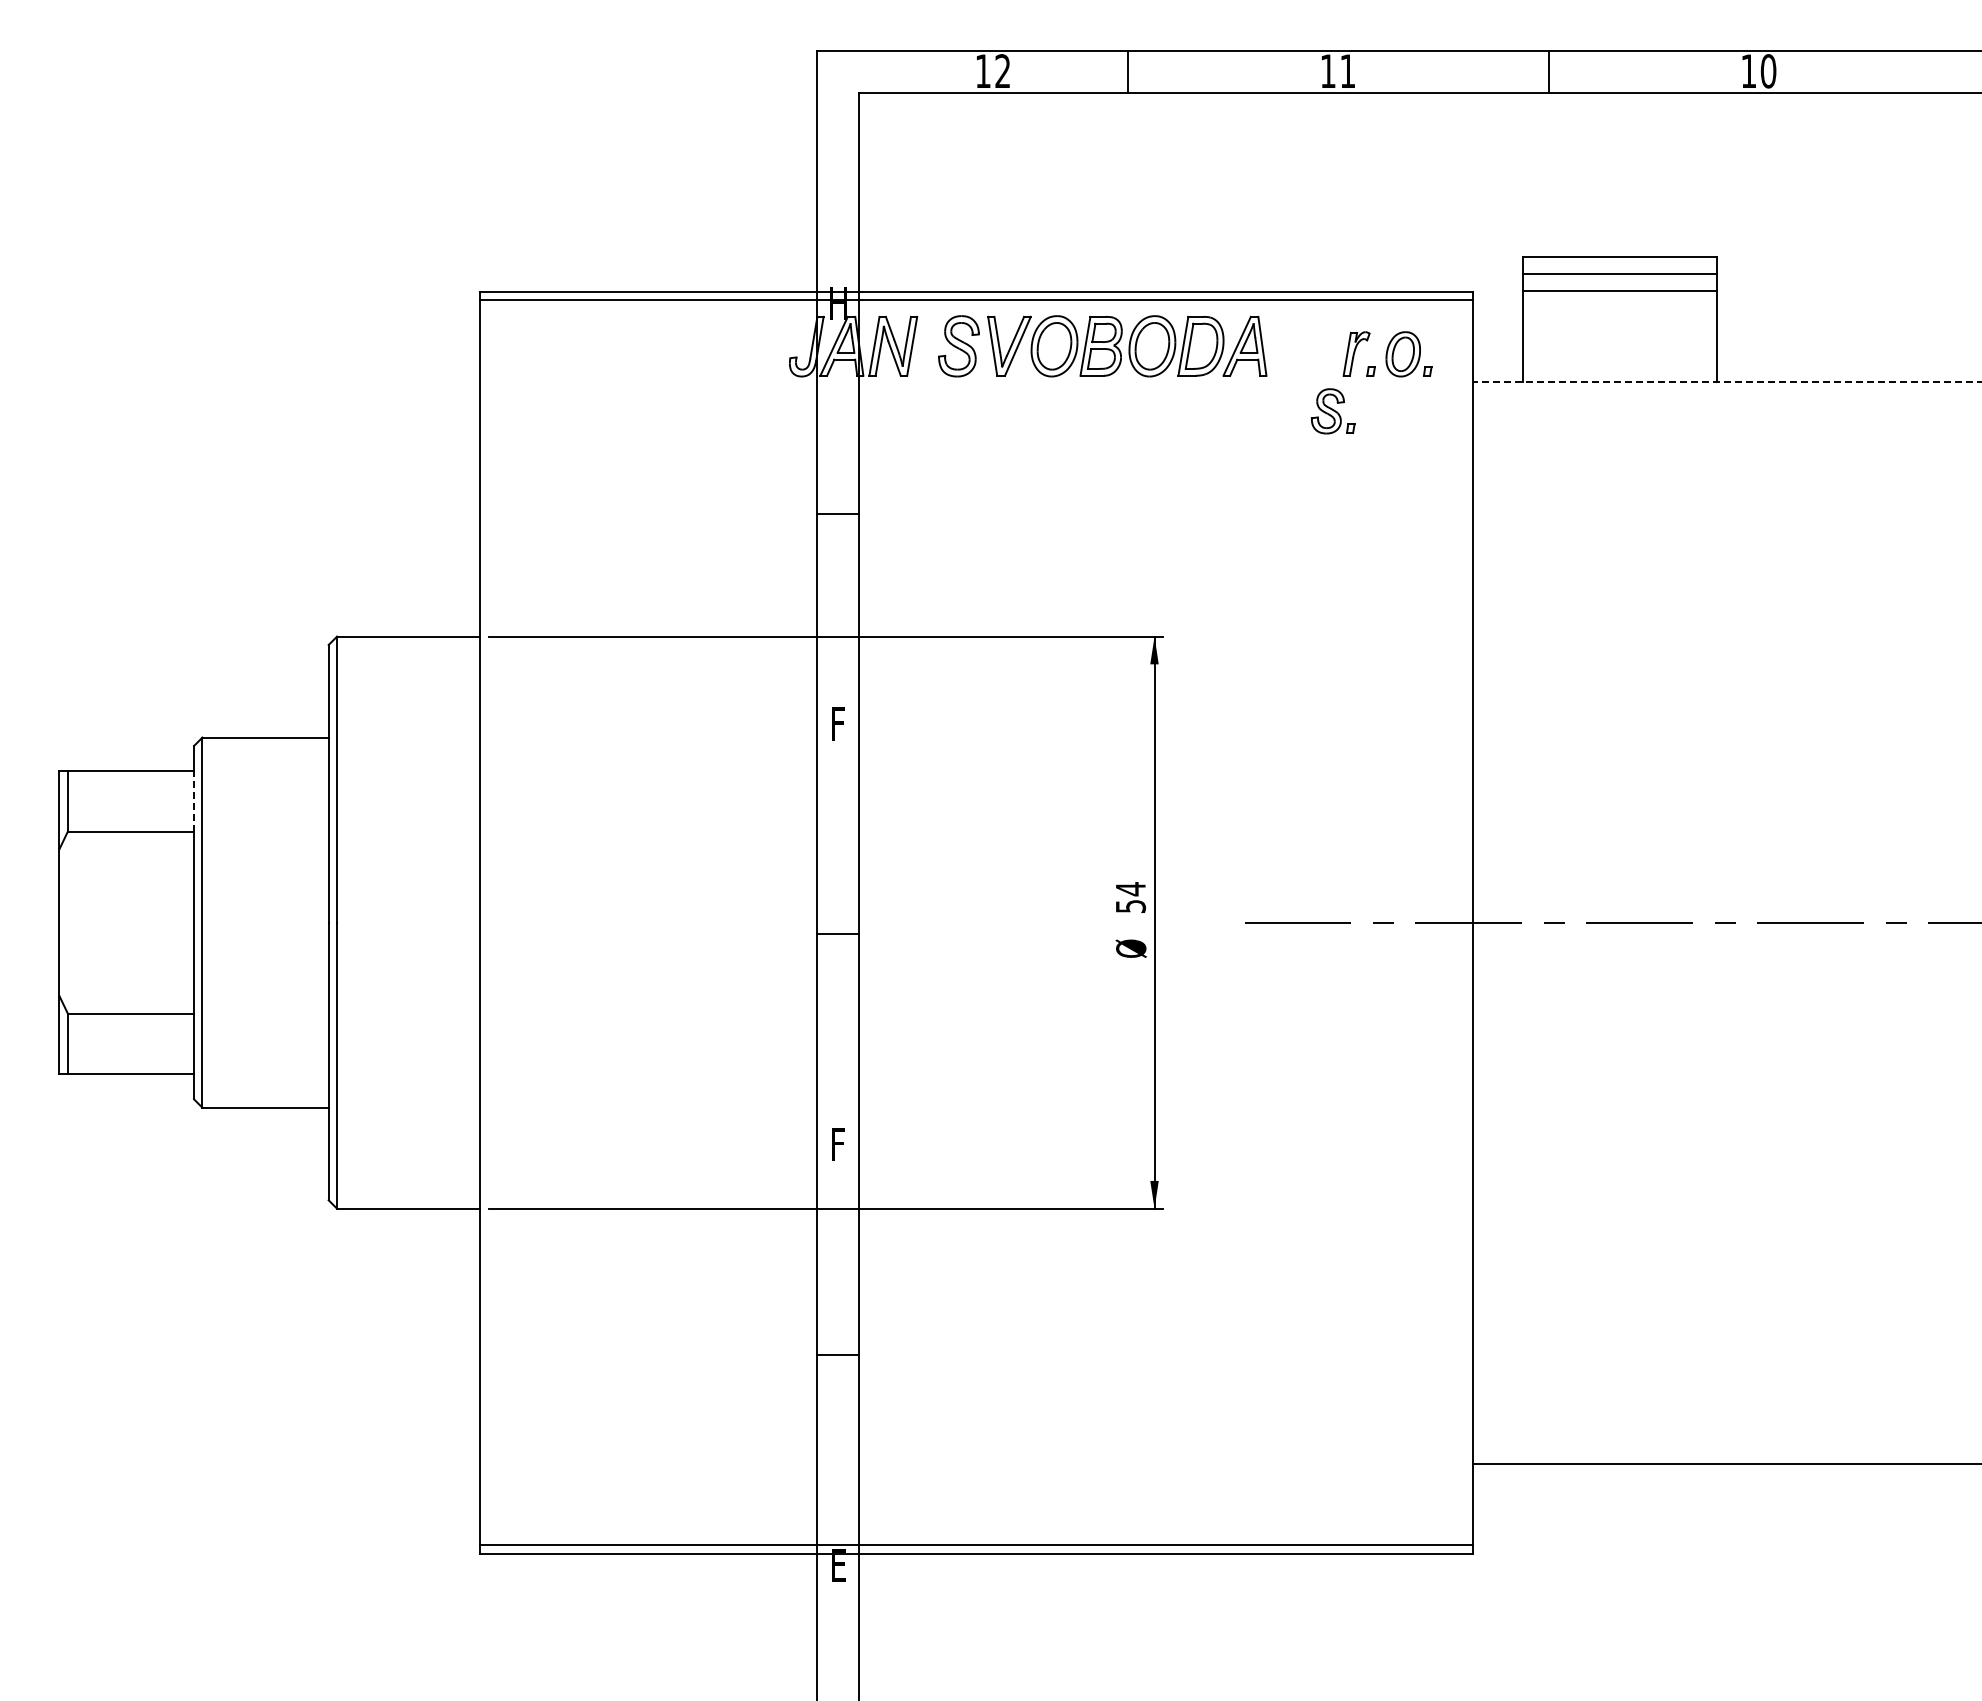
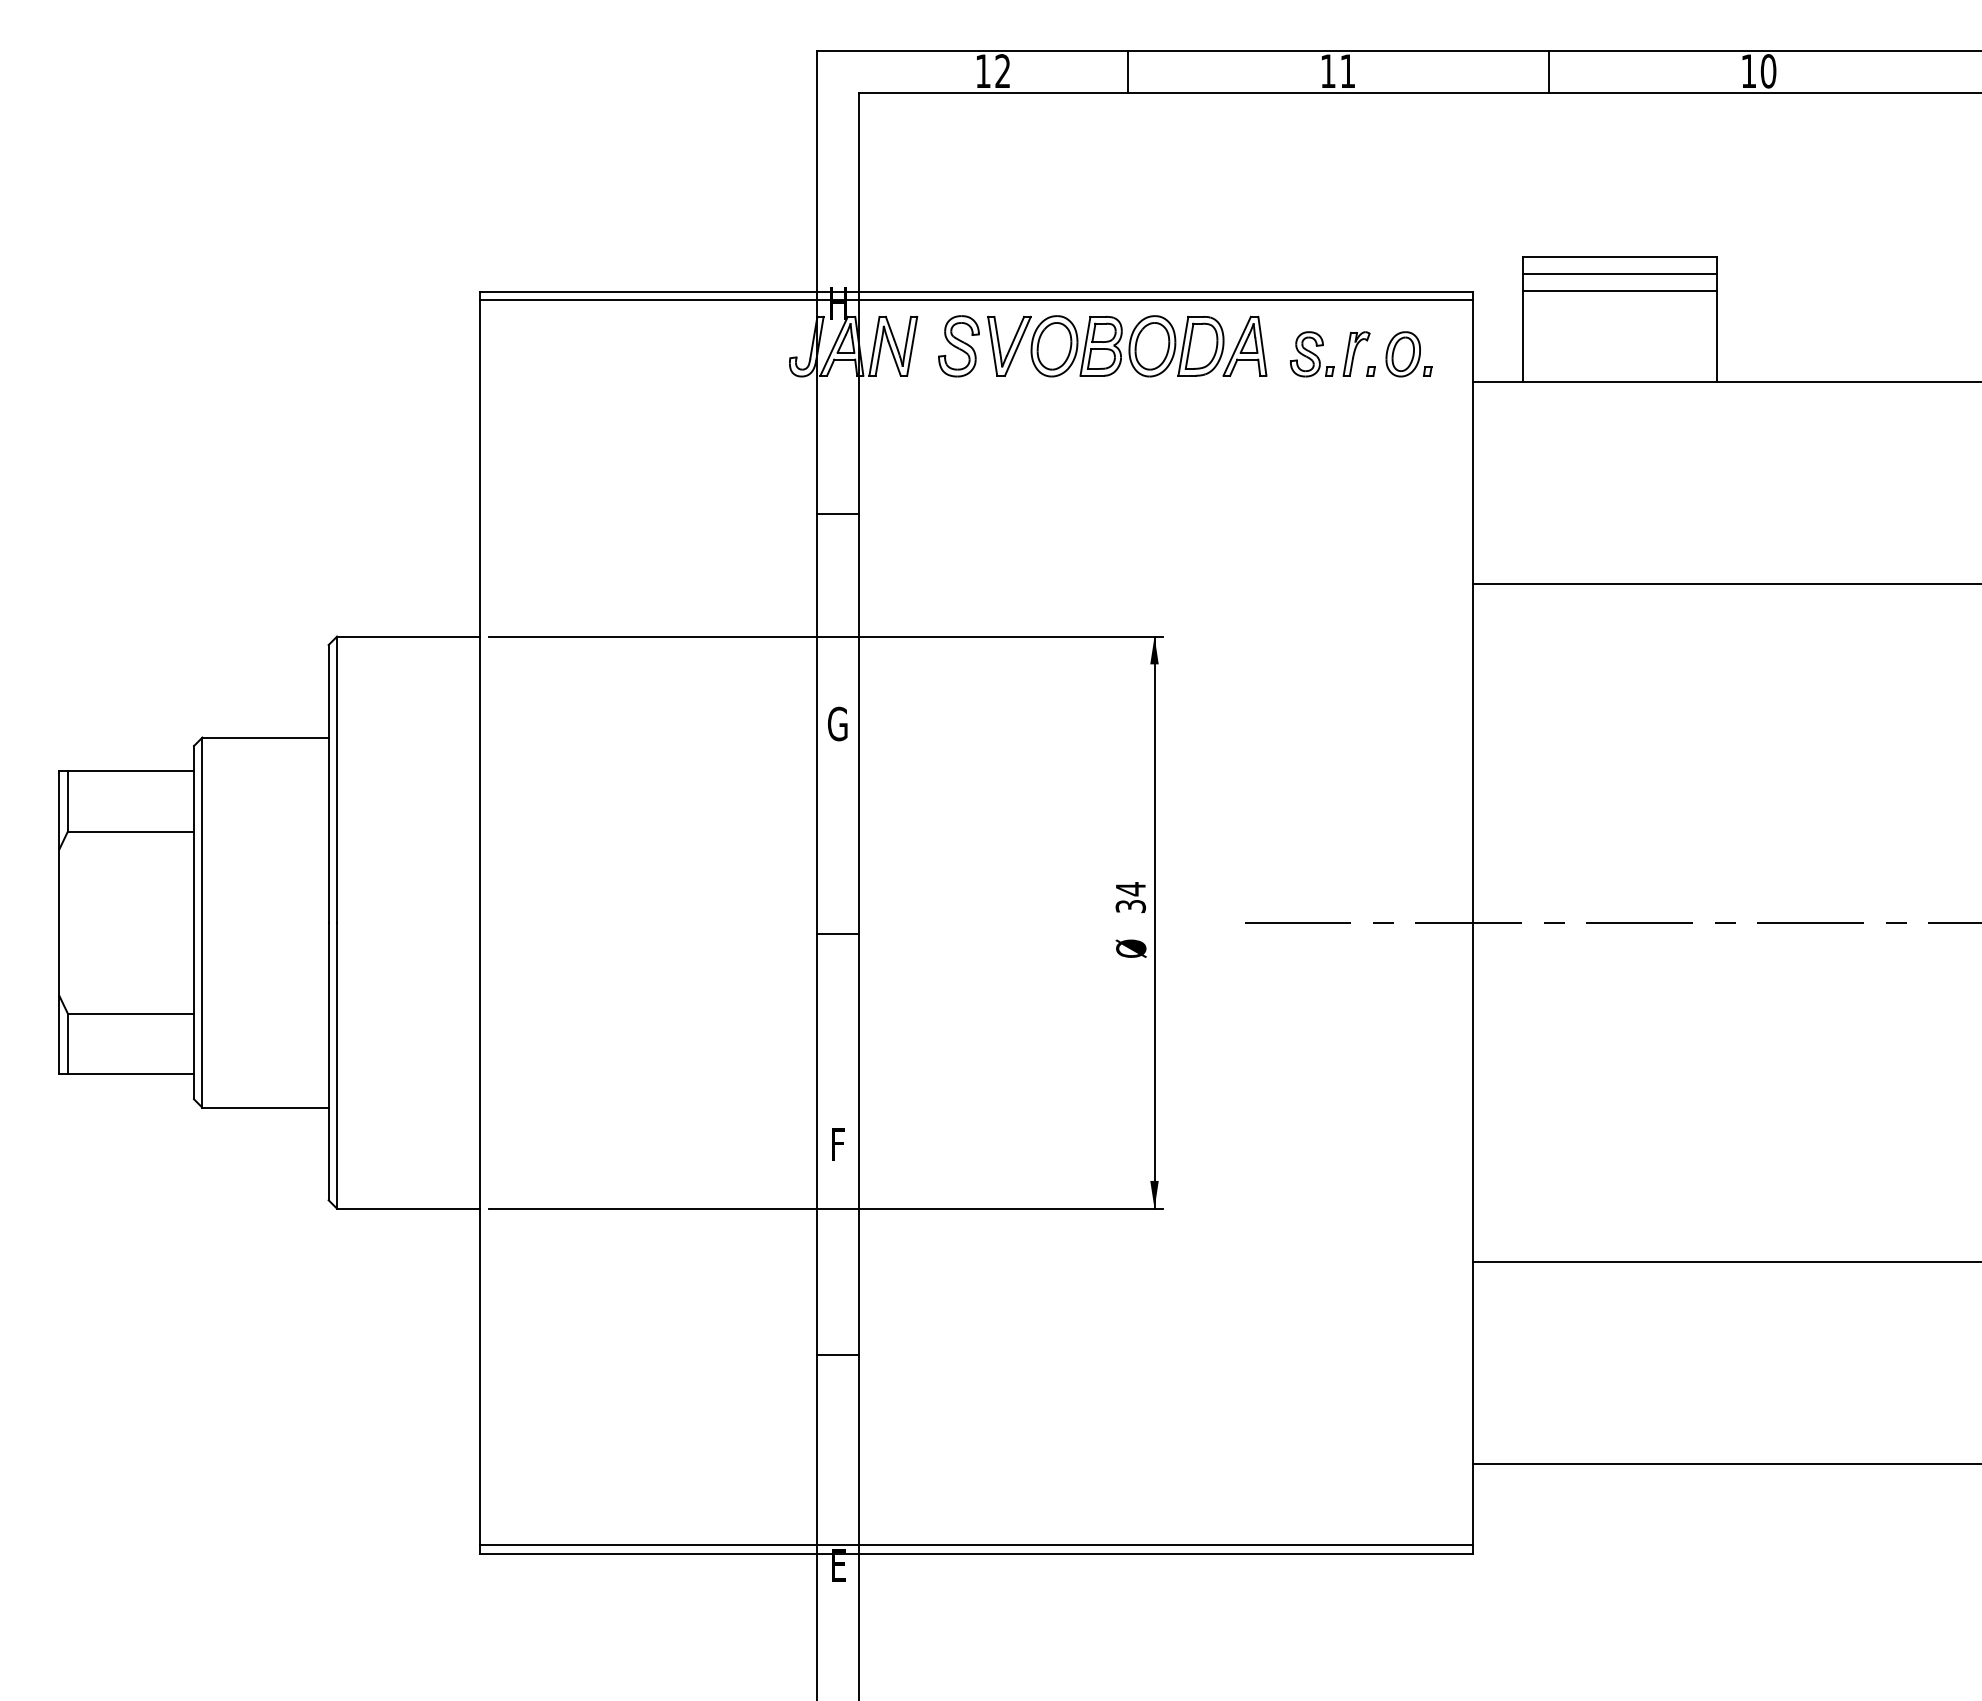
line at (1726, 381): dashed -> solid
part at (1333, 411) position: (1333, 411) -> (1312, 354)
line at (1725, 583): none -> present
text at (837, 723): F -> G
line at (194, 800): dashed -> solid
text at (1130, 906): 54 -> 34
line at (1725, 1261): none -> present
